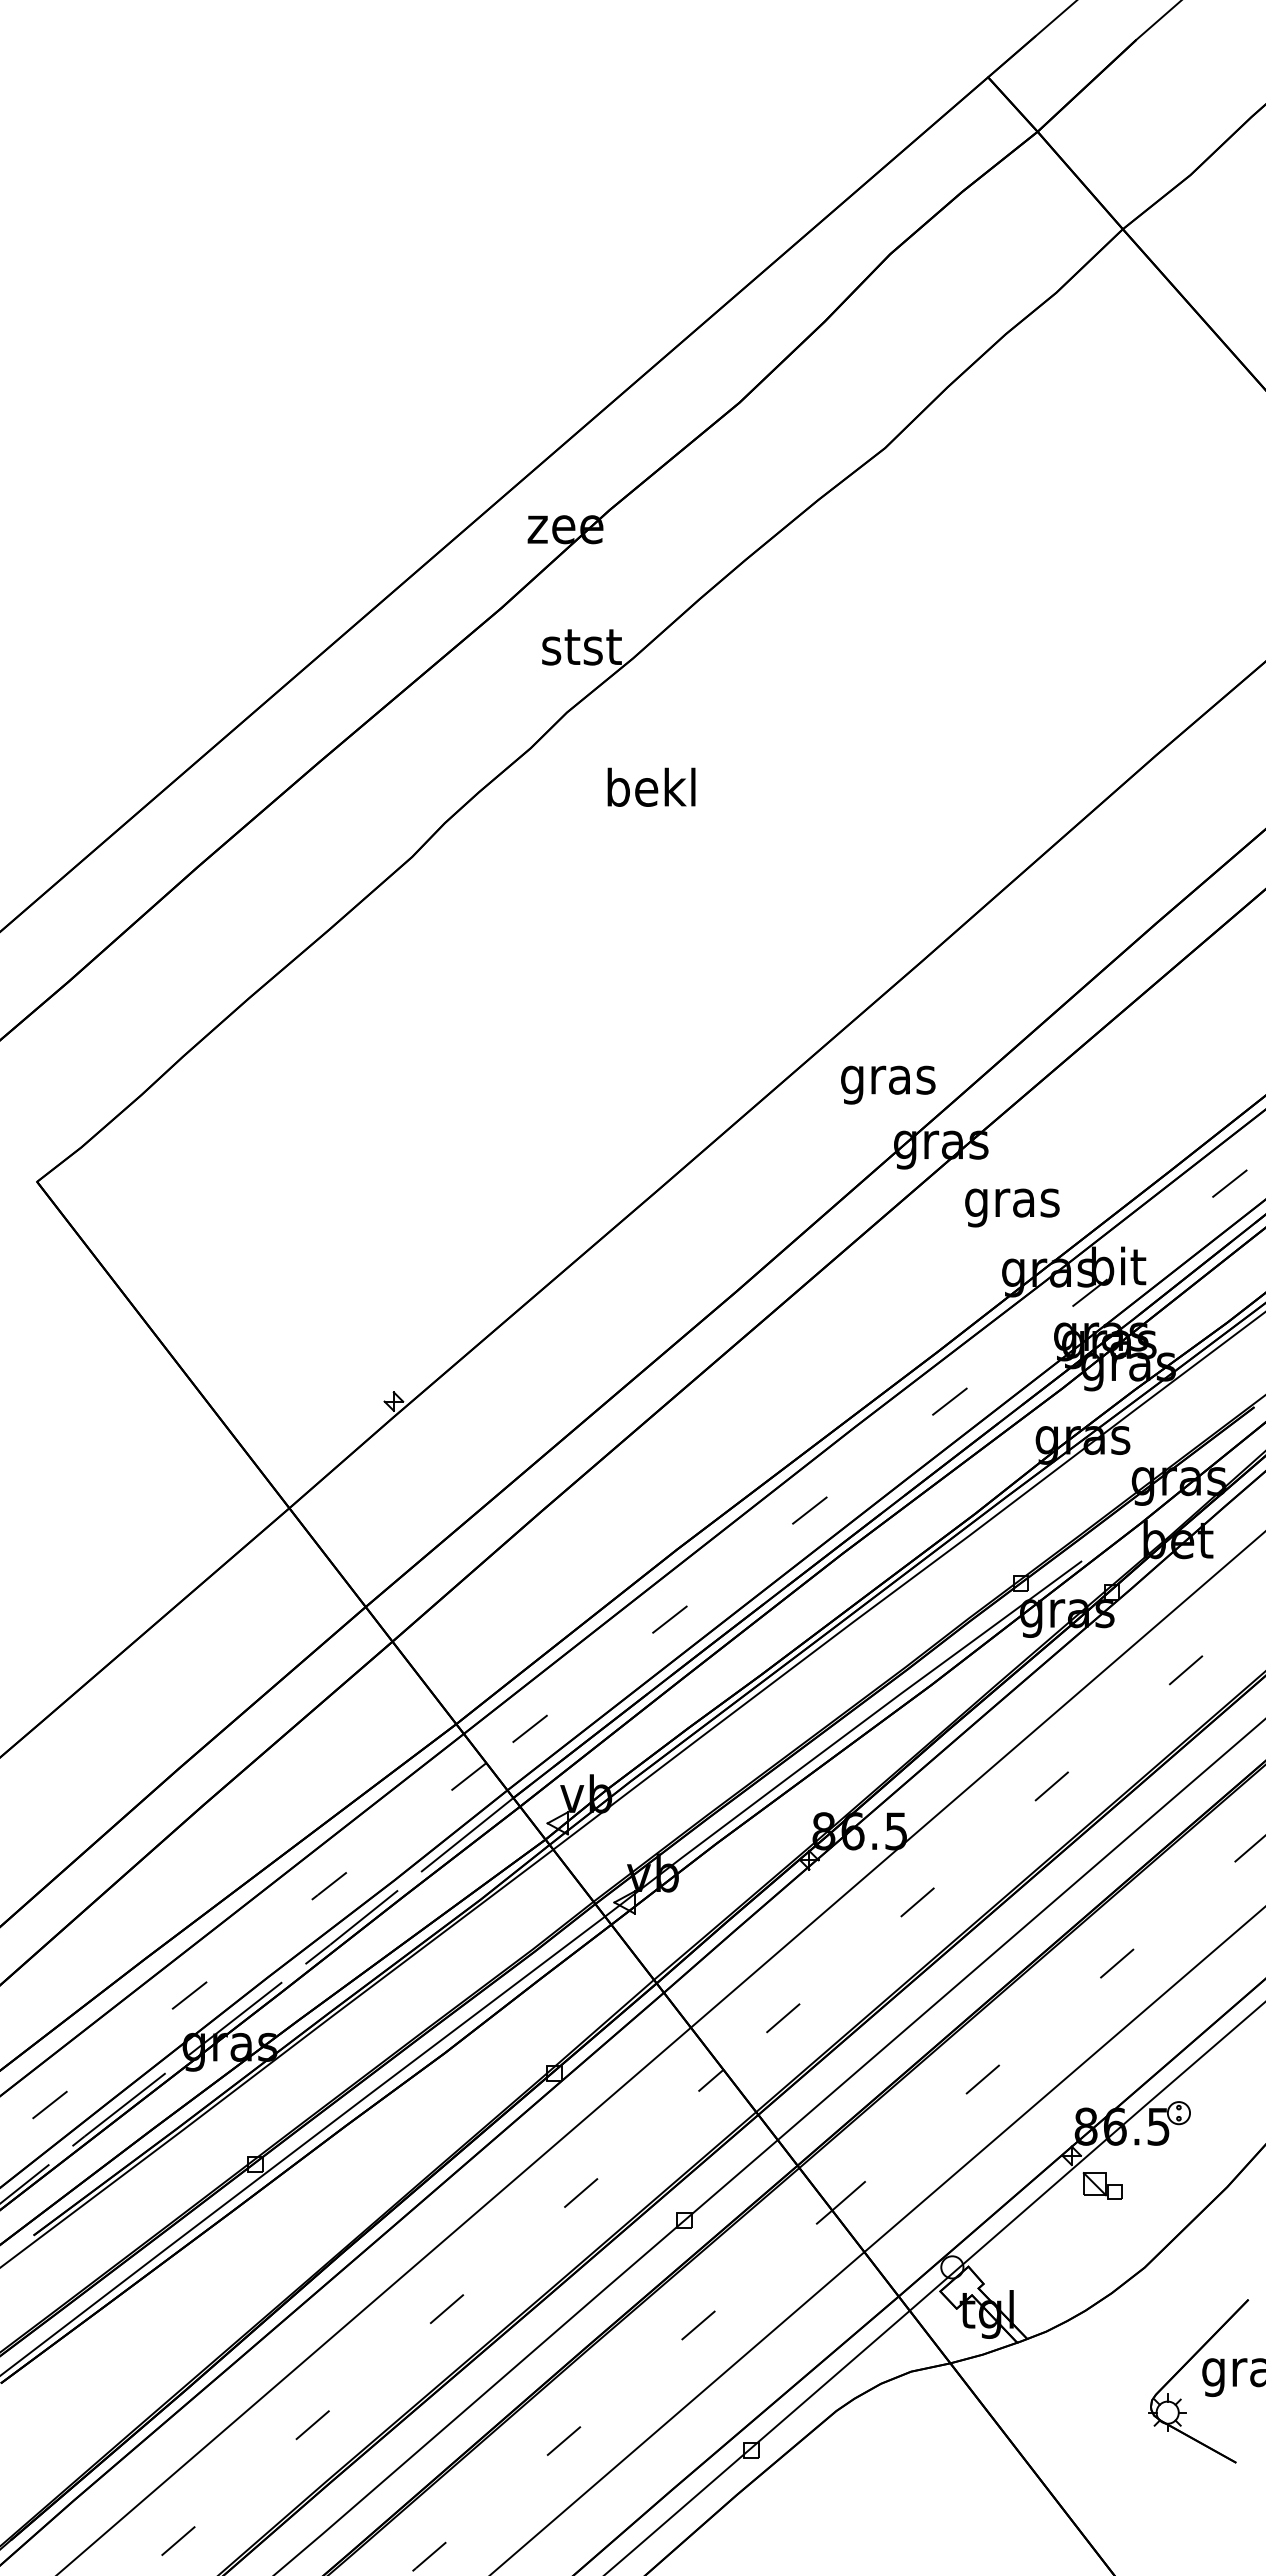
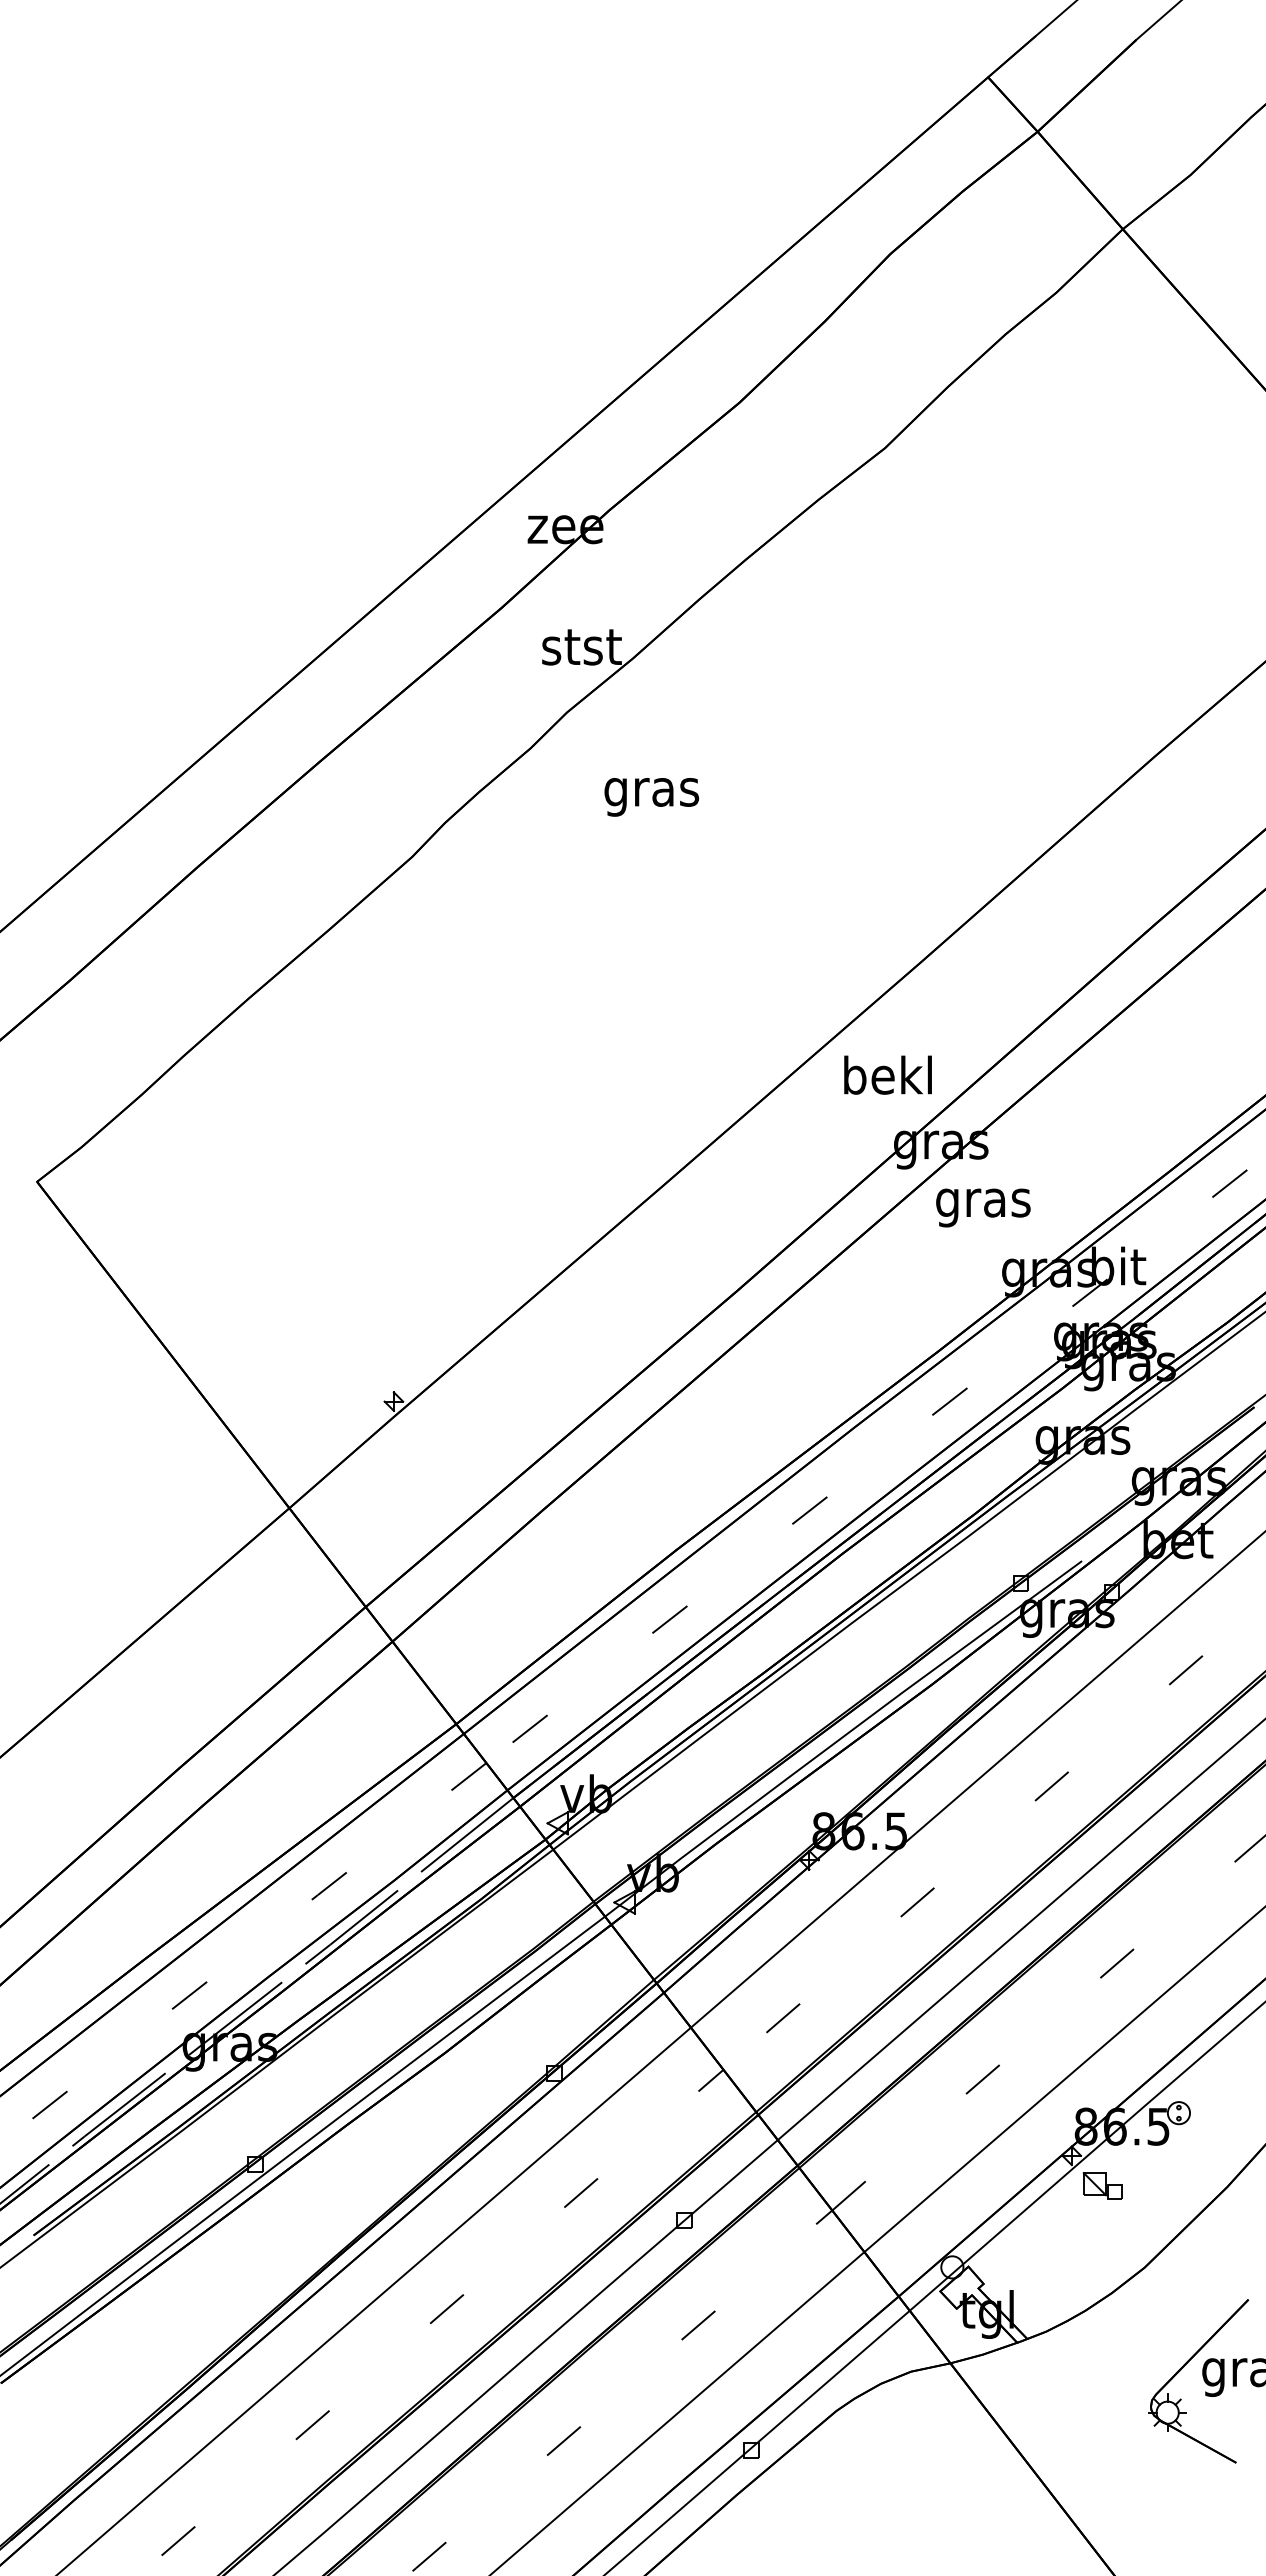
text at (651, 791): bekl -> gras
text at (888, 1079): gras -> bekl
text at (1012, 1207) position: (1012, 1207) -> (983, 1207)
